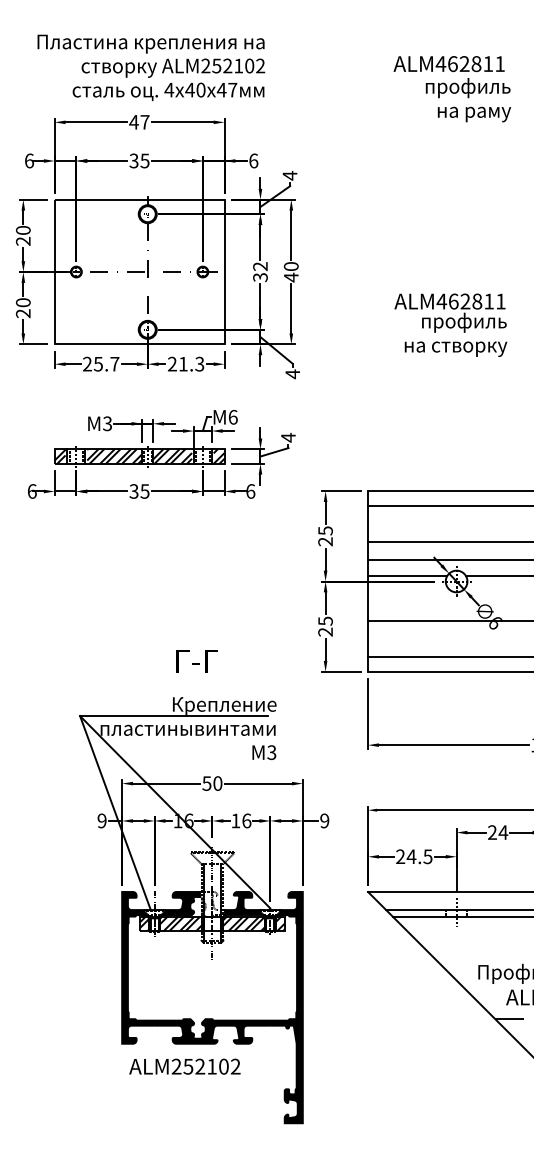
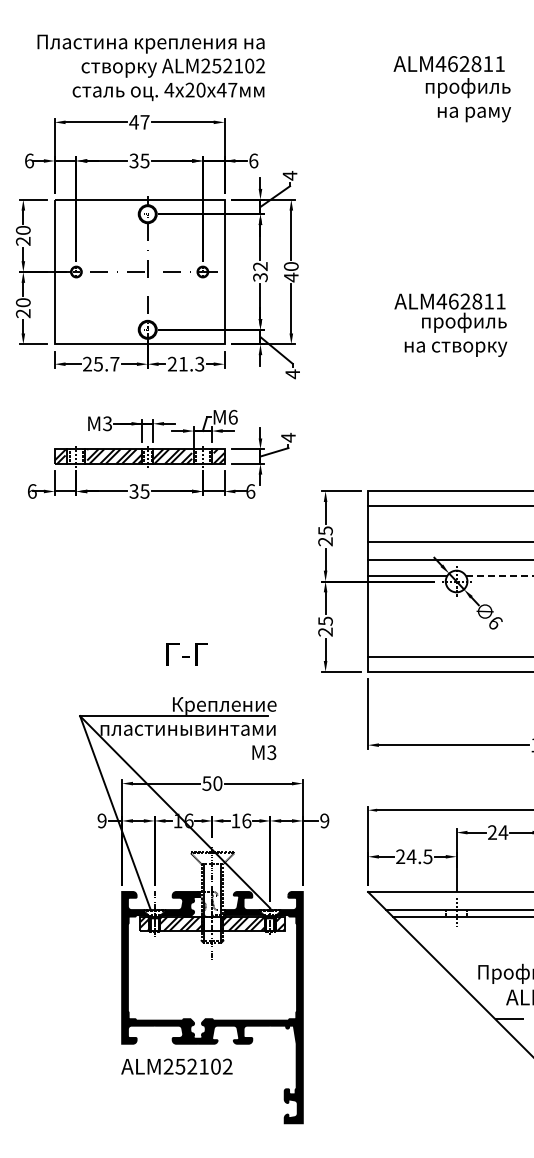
text at (189, 89): 40 -> 20
line at (499, 576): solid -> dashed
line at (449, 621): present -> none
text at (196, 661) position: (196, 661) -> (186, 654)
text at (184, 1066) position: (184, 1066) -> (176, 1066)
